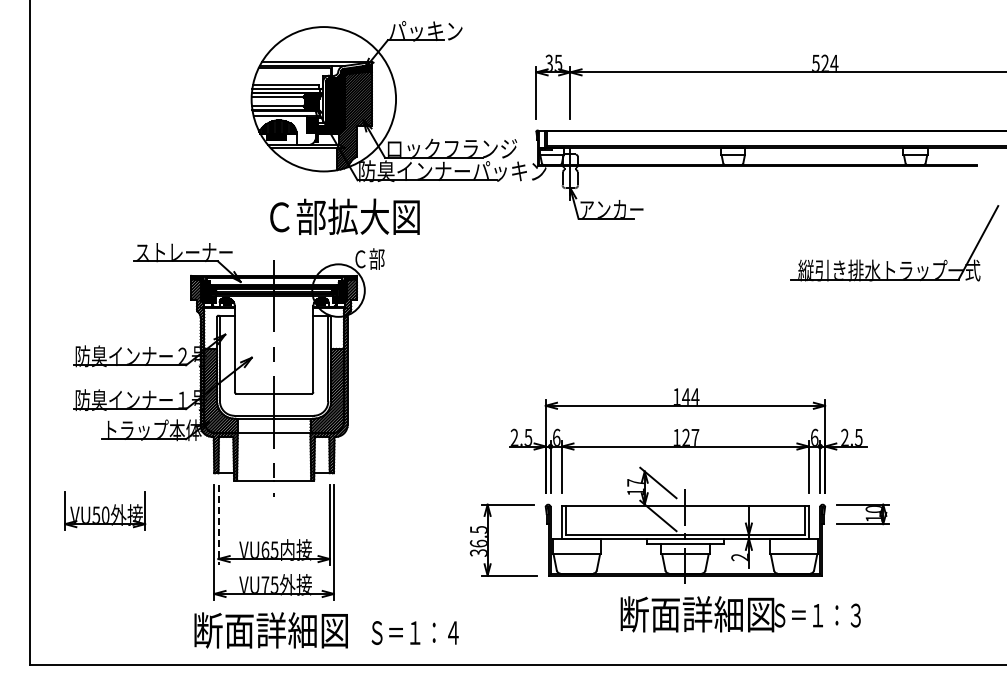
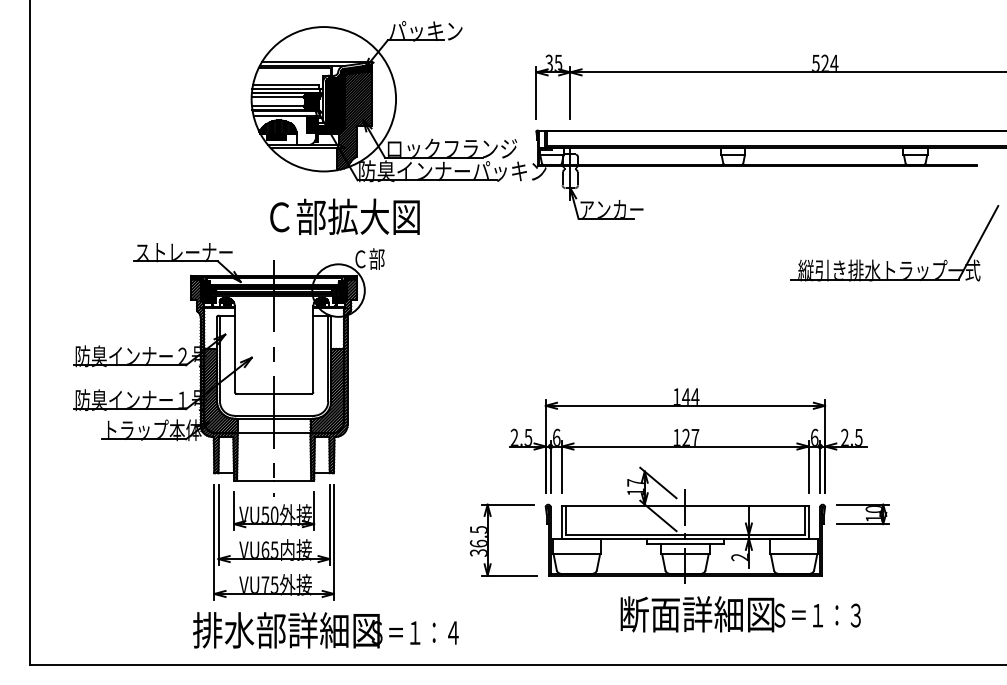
part at (105, 510) position: (105, 510) -> (274, 510)
line at (218, 525): dashed -> solid
text at (286, 630): 断面詳細図 -> 排水部詳細図
